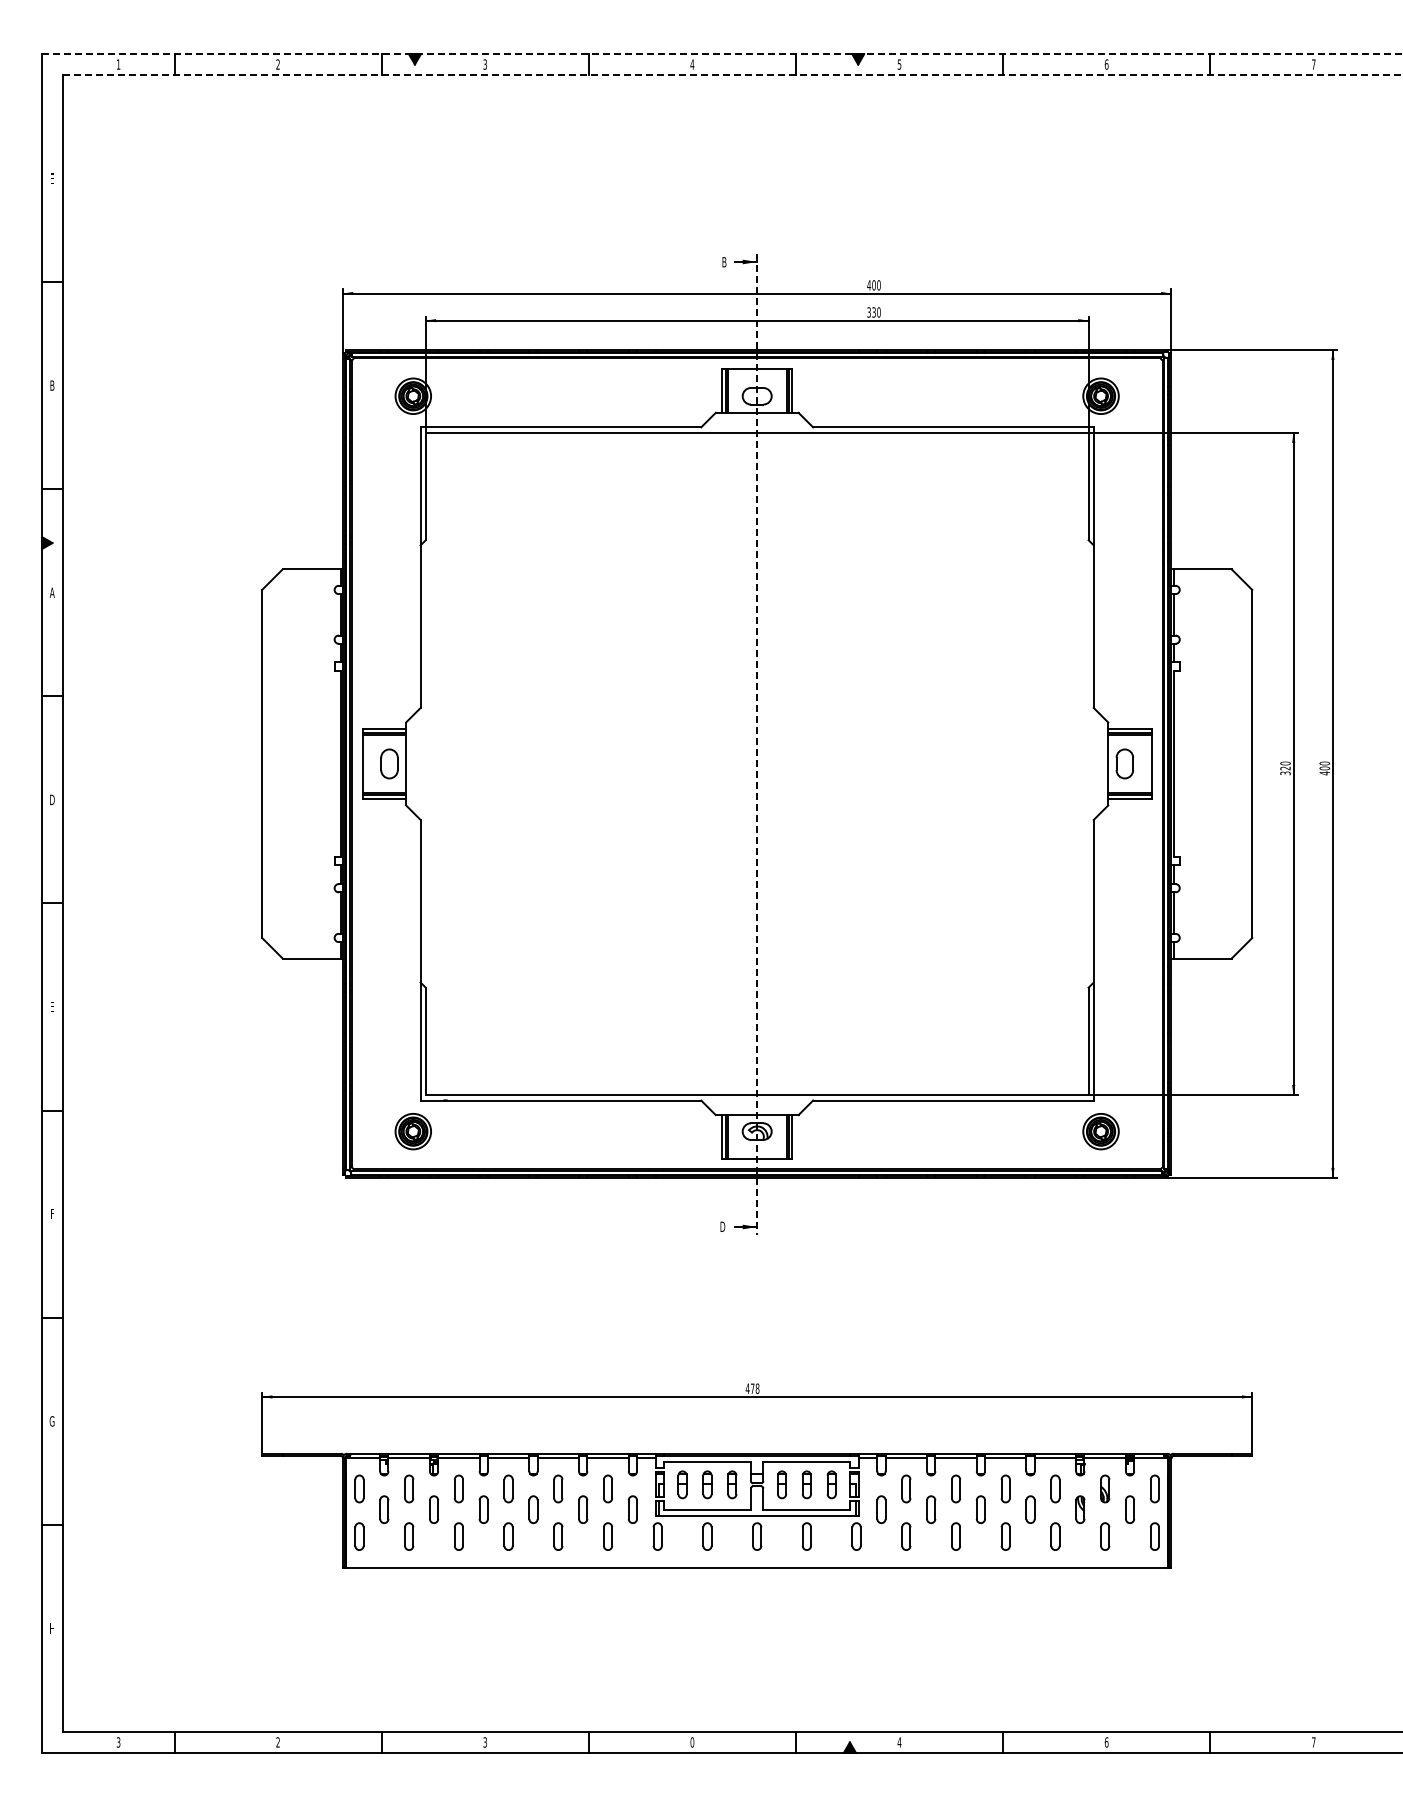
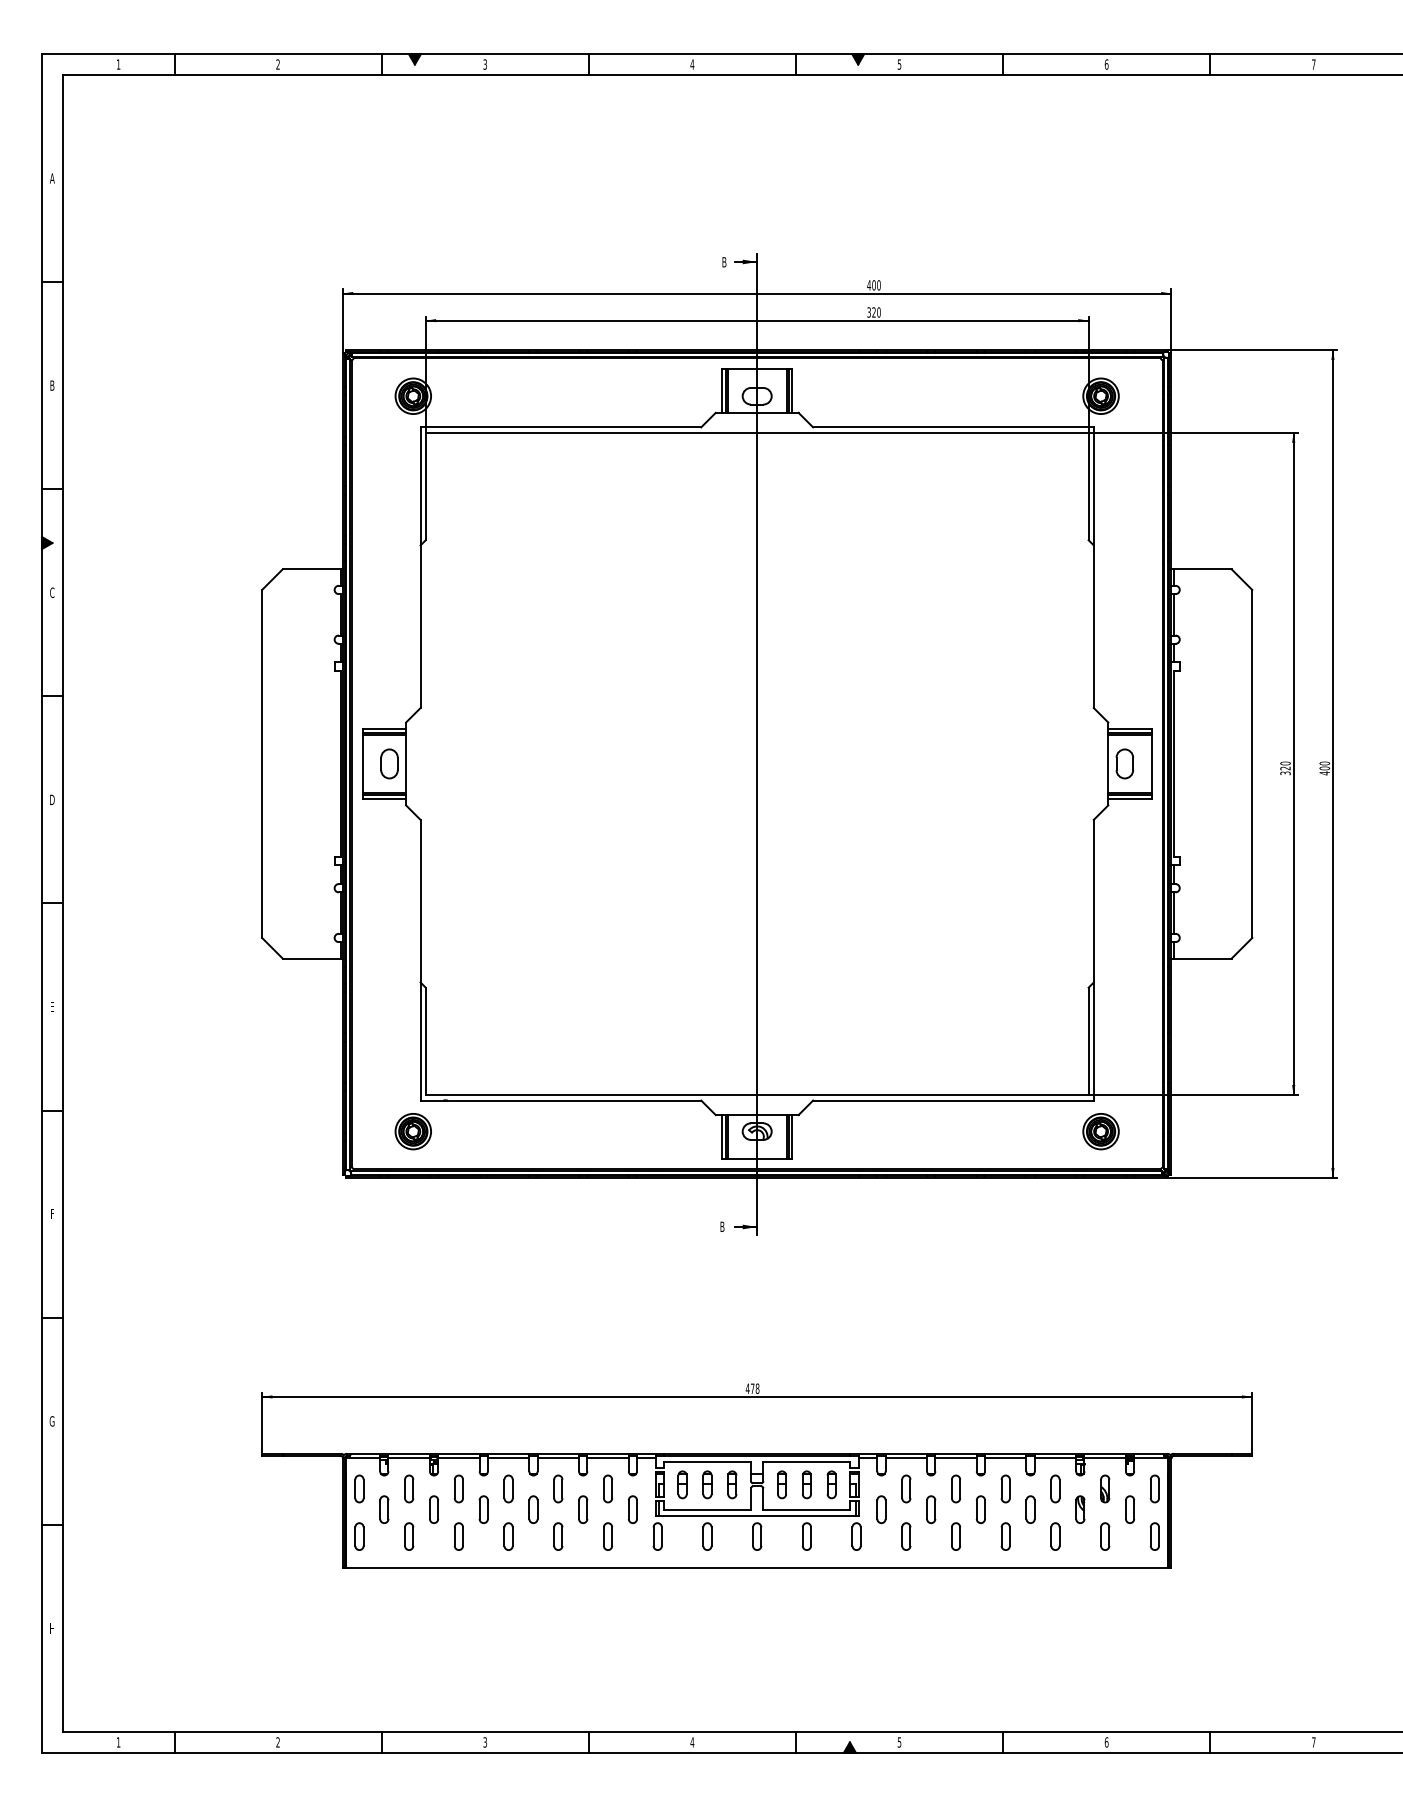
line at (722, 54): dashed -> solid
line at (732, 74): dashed -> solid
text at (51, 178): E -> A
text at (873, 312): 330 -> 320
text at (51, 592): A -> C
line at (757, 744): dashed -> solid
text at (723, 1226): D -> B
text at (118, 1742): 3 -> 1
text at (692, 1742): 0 -> 4
text at (899, 1742): 4 -> 5
